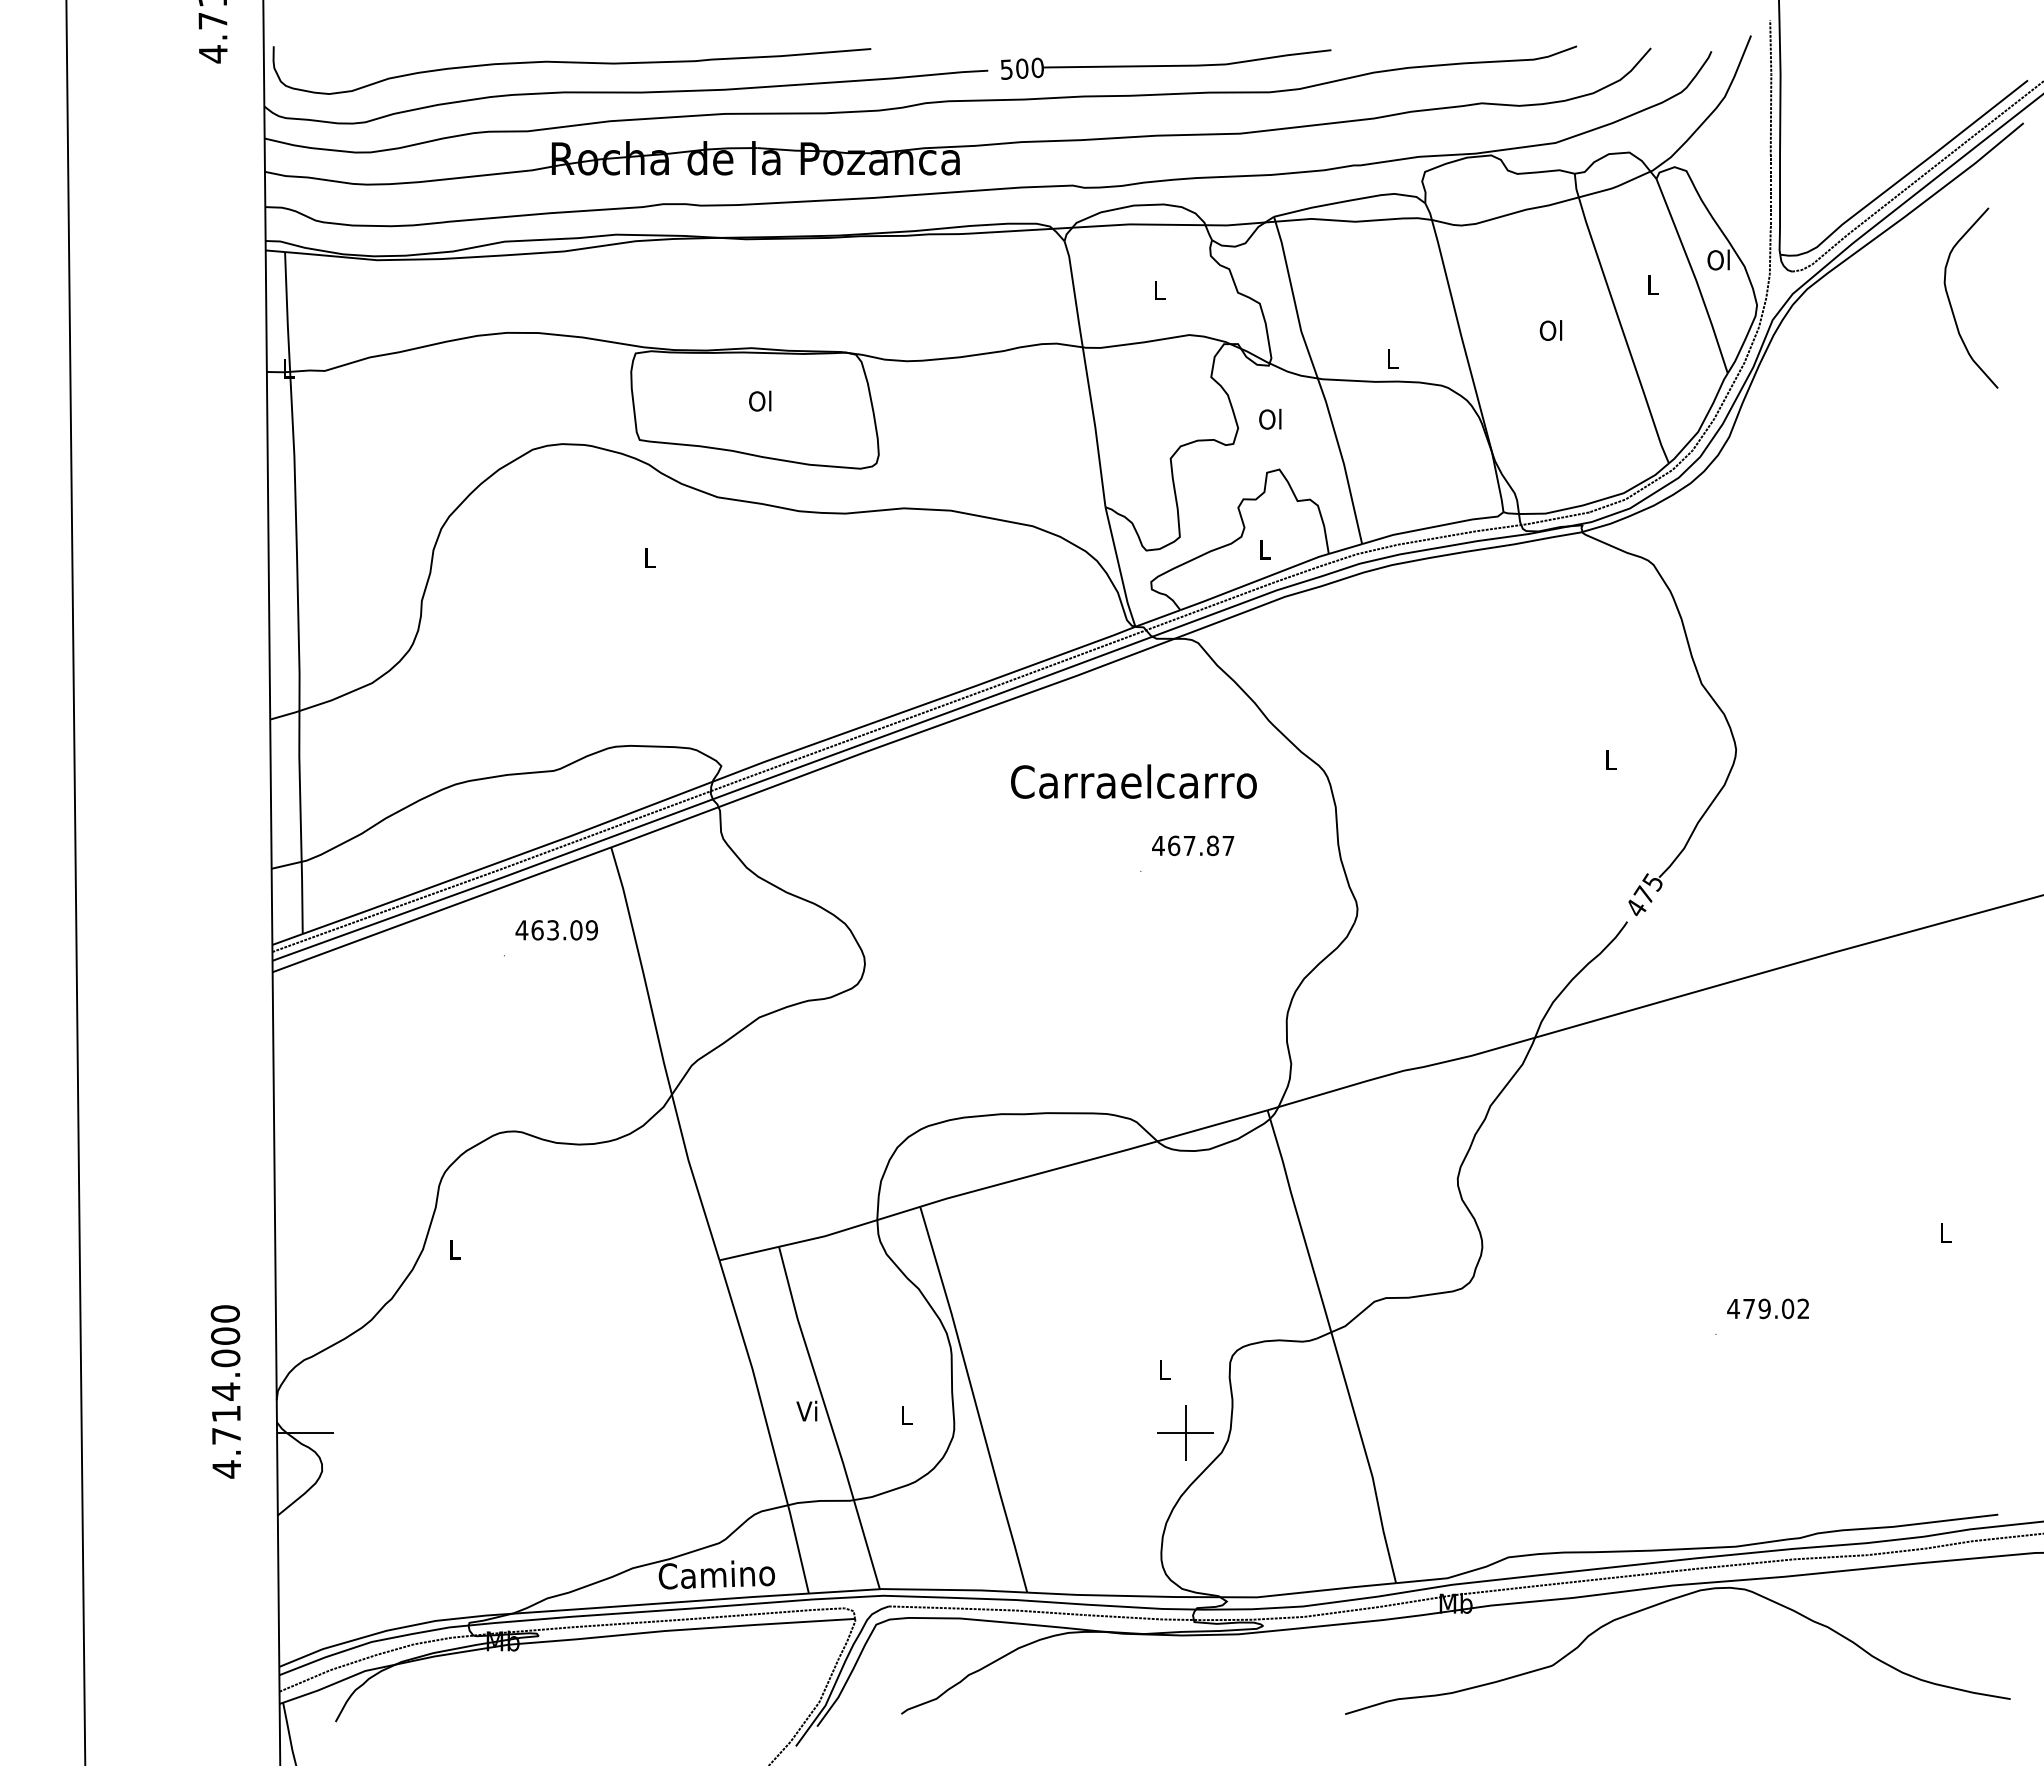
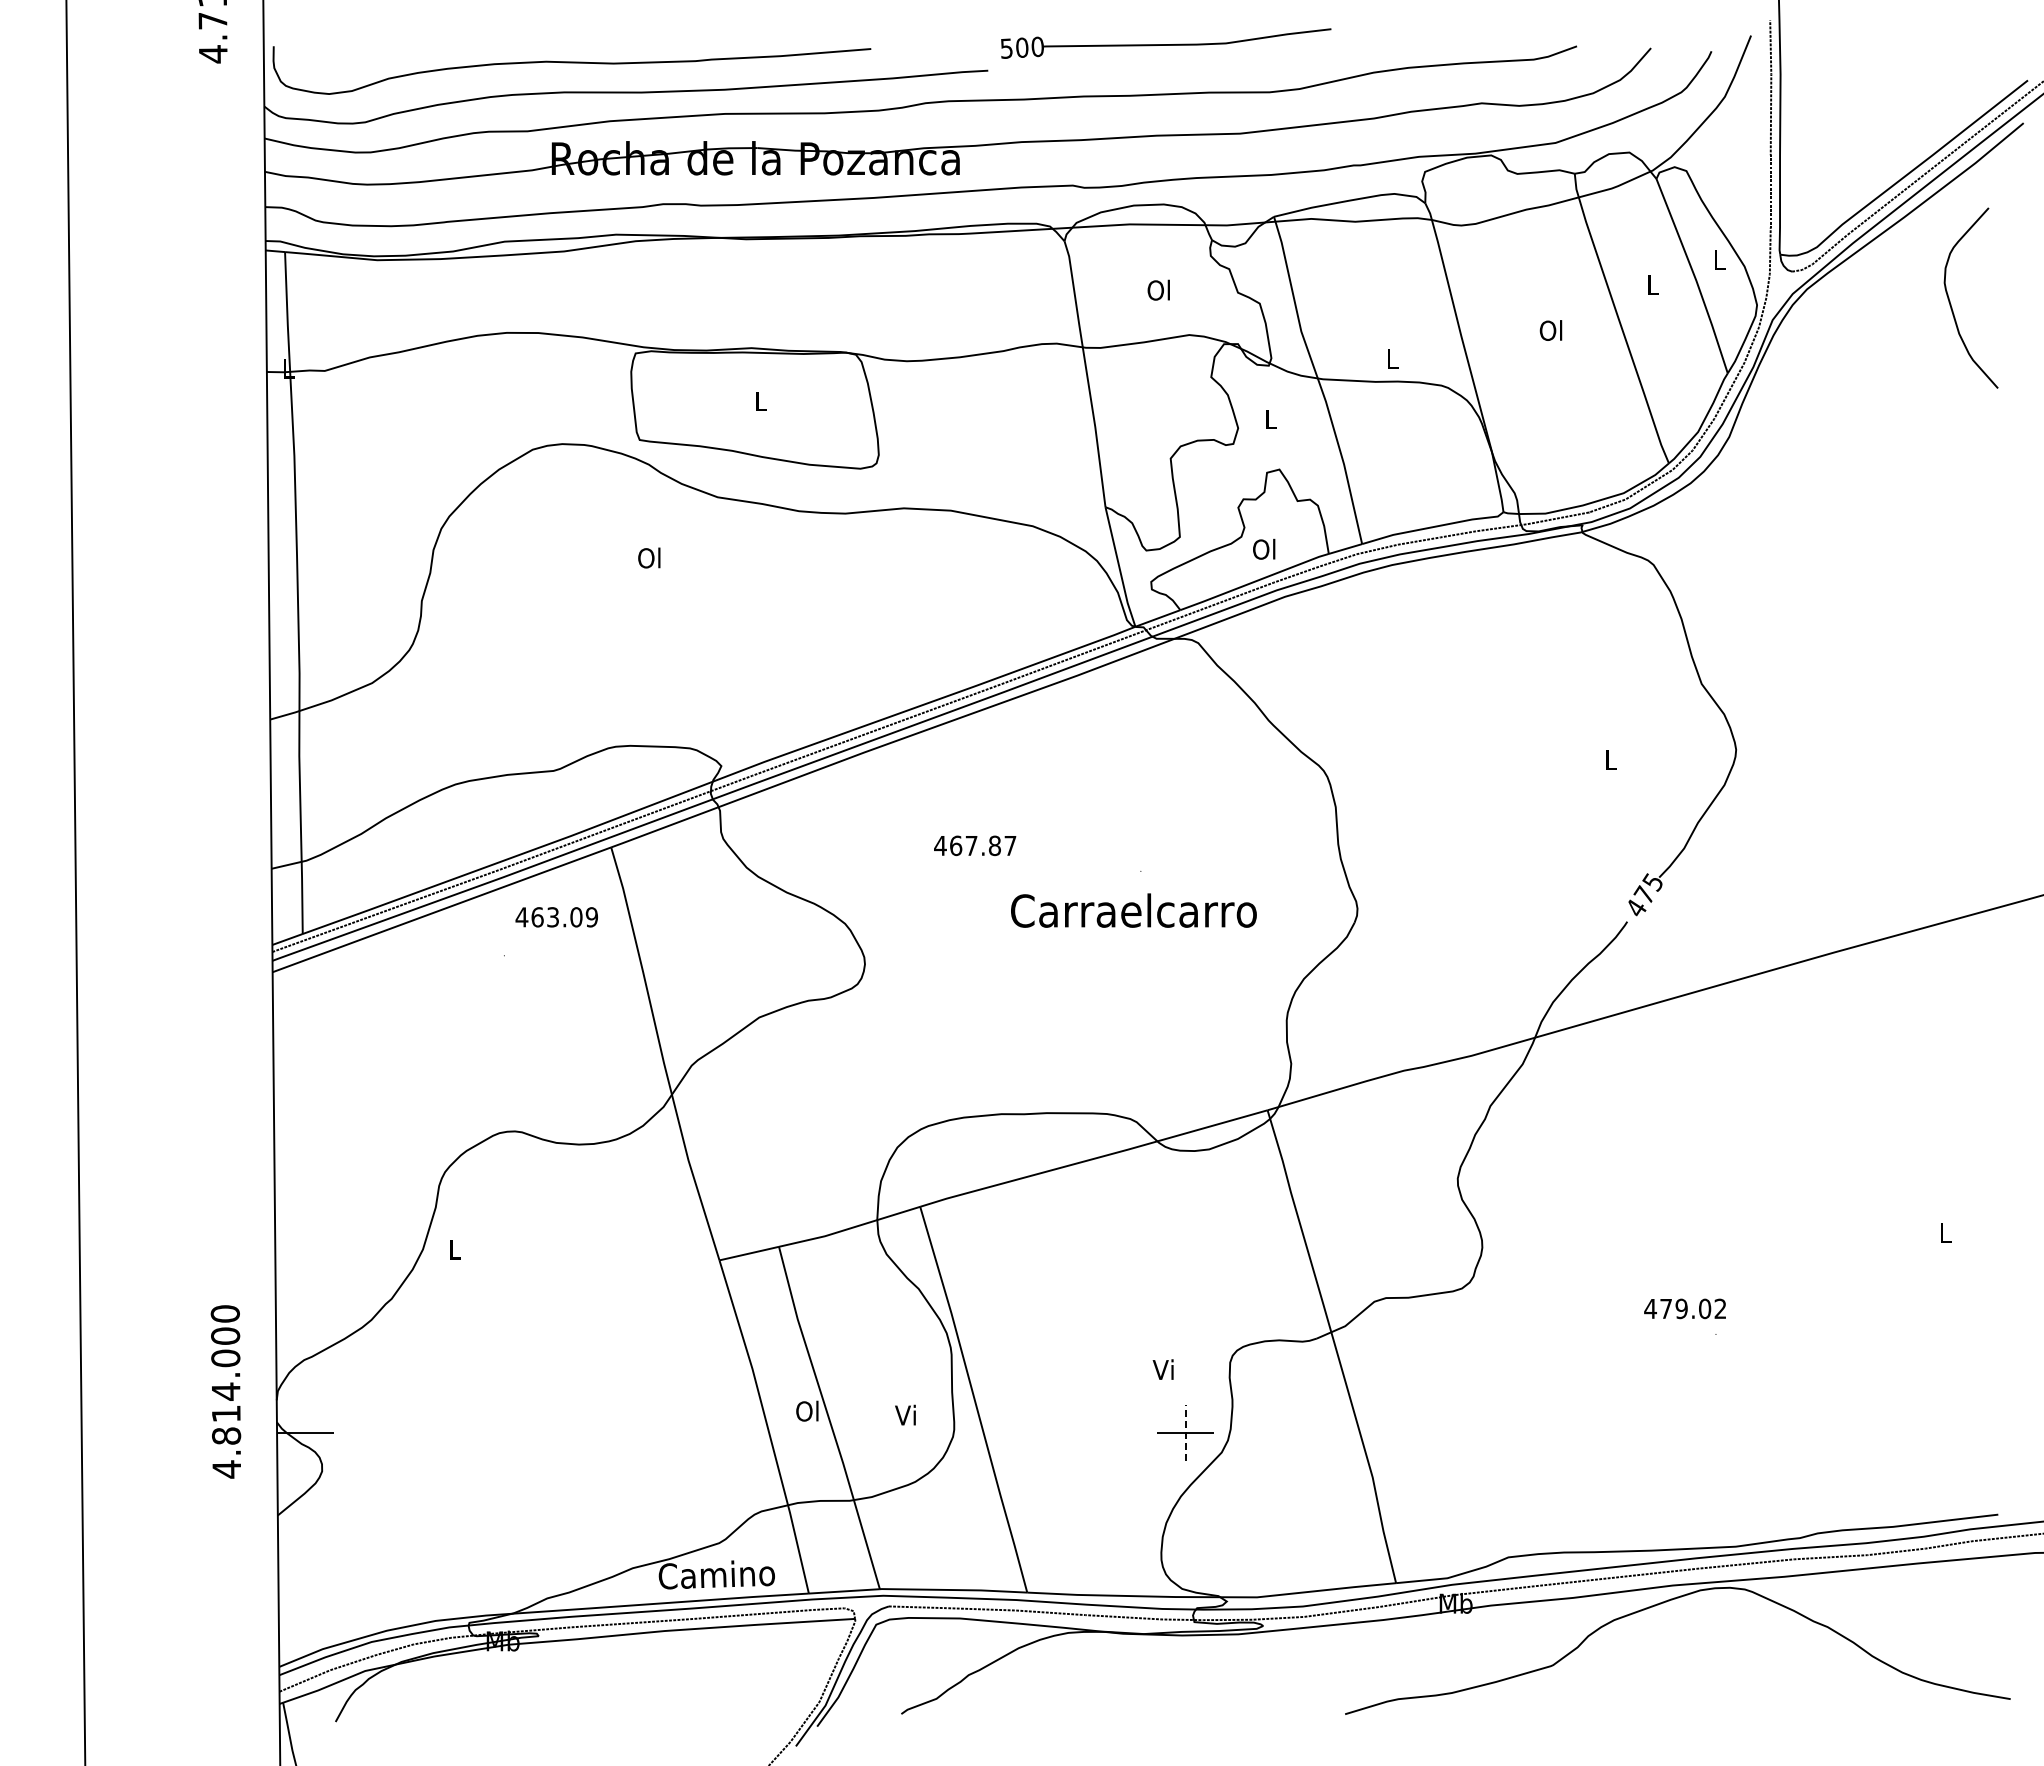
part at (1166, 64) position: (1166, 64) -> (1166, 43)
text at (1718, 259): Ol -> L
text at (1158, 289): L -> Ol
text at (760, 400): Ol -> L
text at (1270, 418): Ol -> L
text at (1264, 548): L -> Ol
text at (649, 557): L -> Ol
text at (1133, 781) position: (1133, 781) -> (1133, 910)
text at (1193, 845) position: (1193, 845) -> (975, 845)
text at (556, 930) position: (556, 930) -> (556, 917)
text at (1767, 1308) position: (1767, 1308) -> (1684, 1308)
text at (1162, 1369): L -> Vi
text at (807, 1410): Vi -> Ol
text at (905, 1414): L -> Vi
line at (1185, 1432): solid -> dashed
text at (226, 1435): 4.714.000 -> 4.814.000
